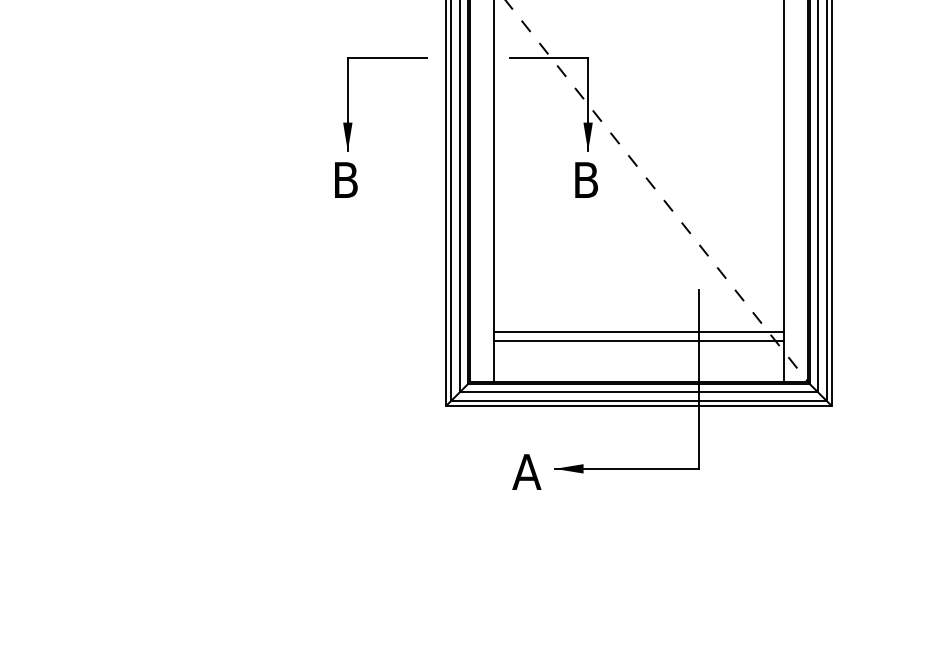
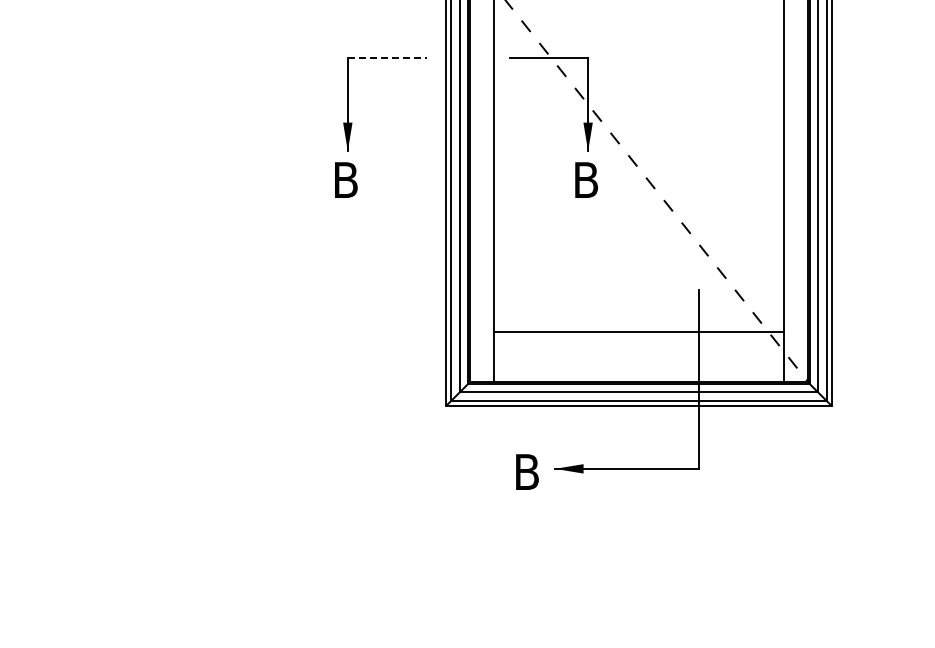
line at (387, 57): solid -> dashed
line at (638, 340): present -> none
text at (526, 471): A -> B
